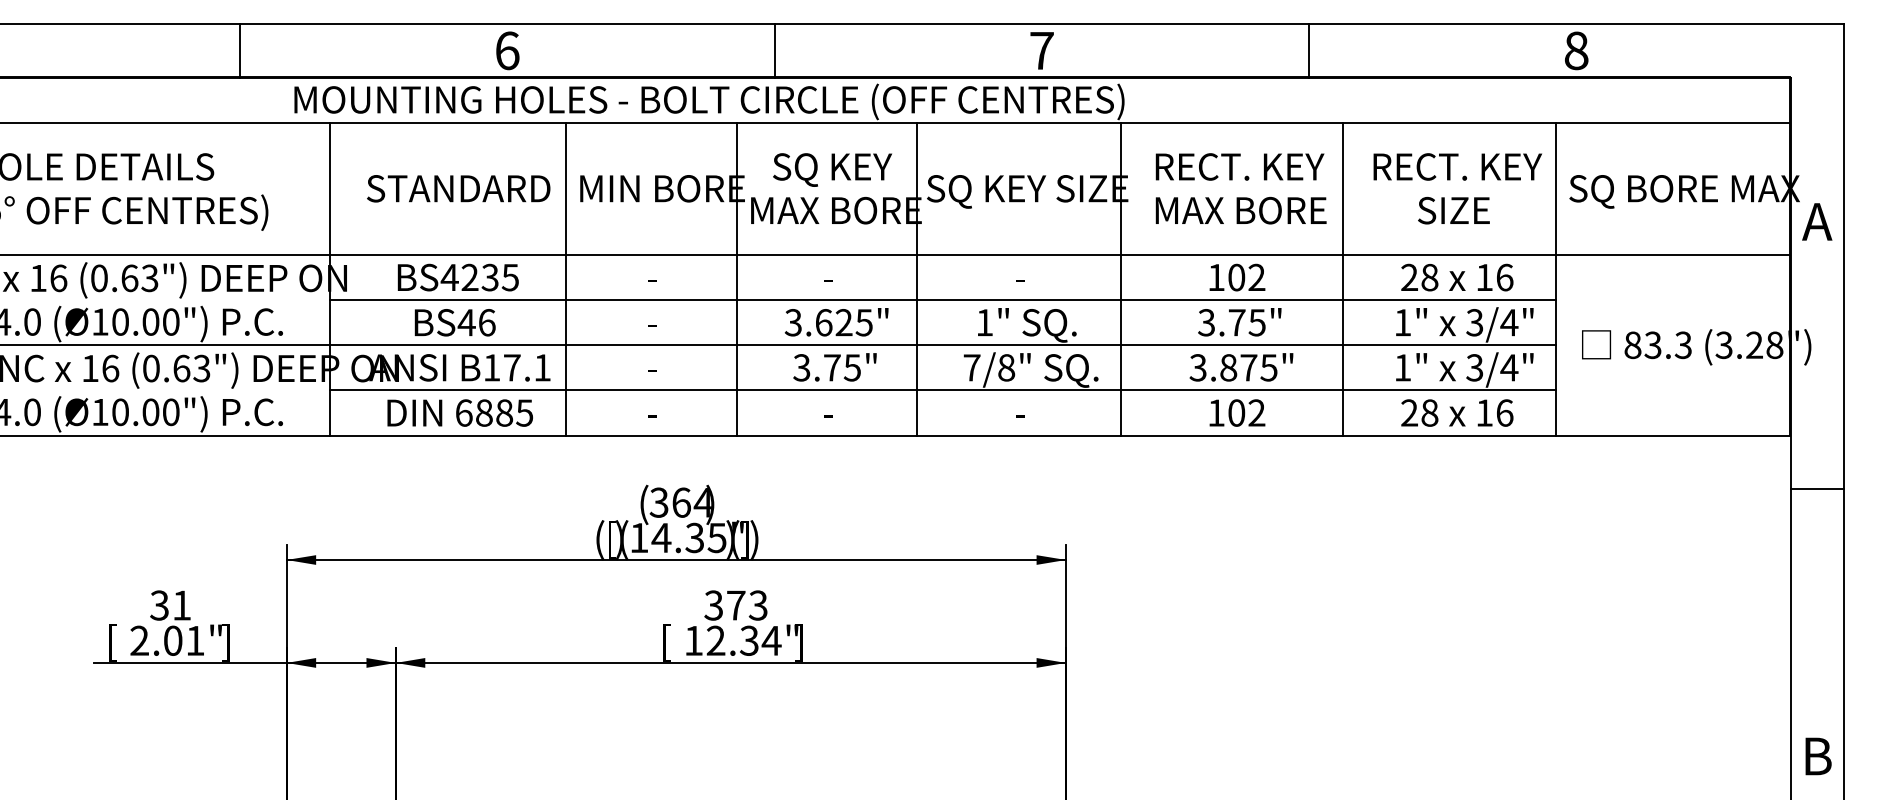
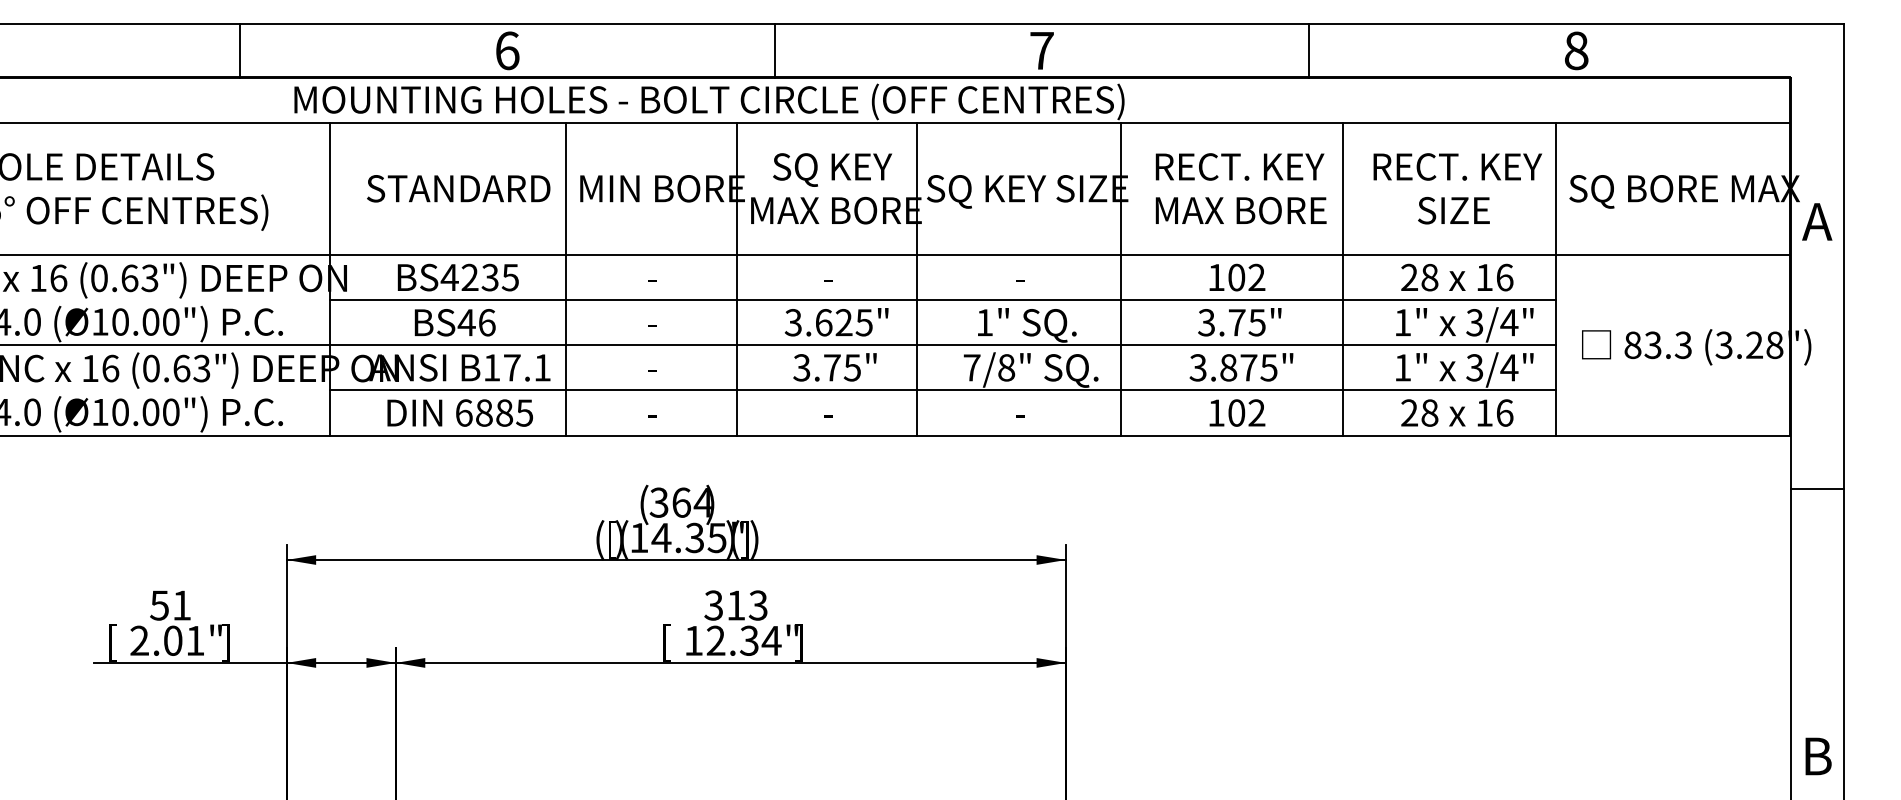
text at (159, 605): 31 -> 51
text at (736, 605): 373 -> 313
